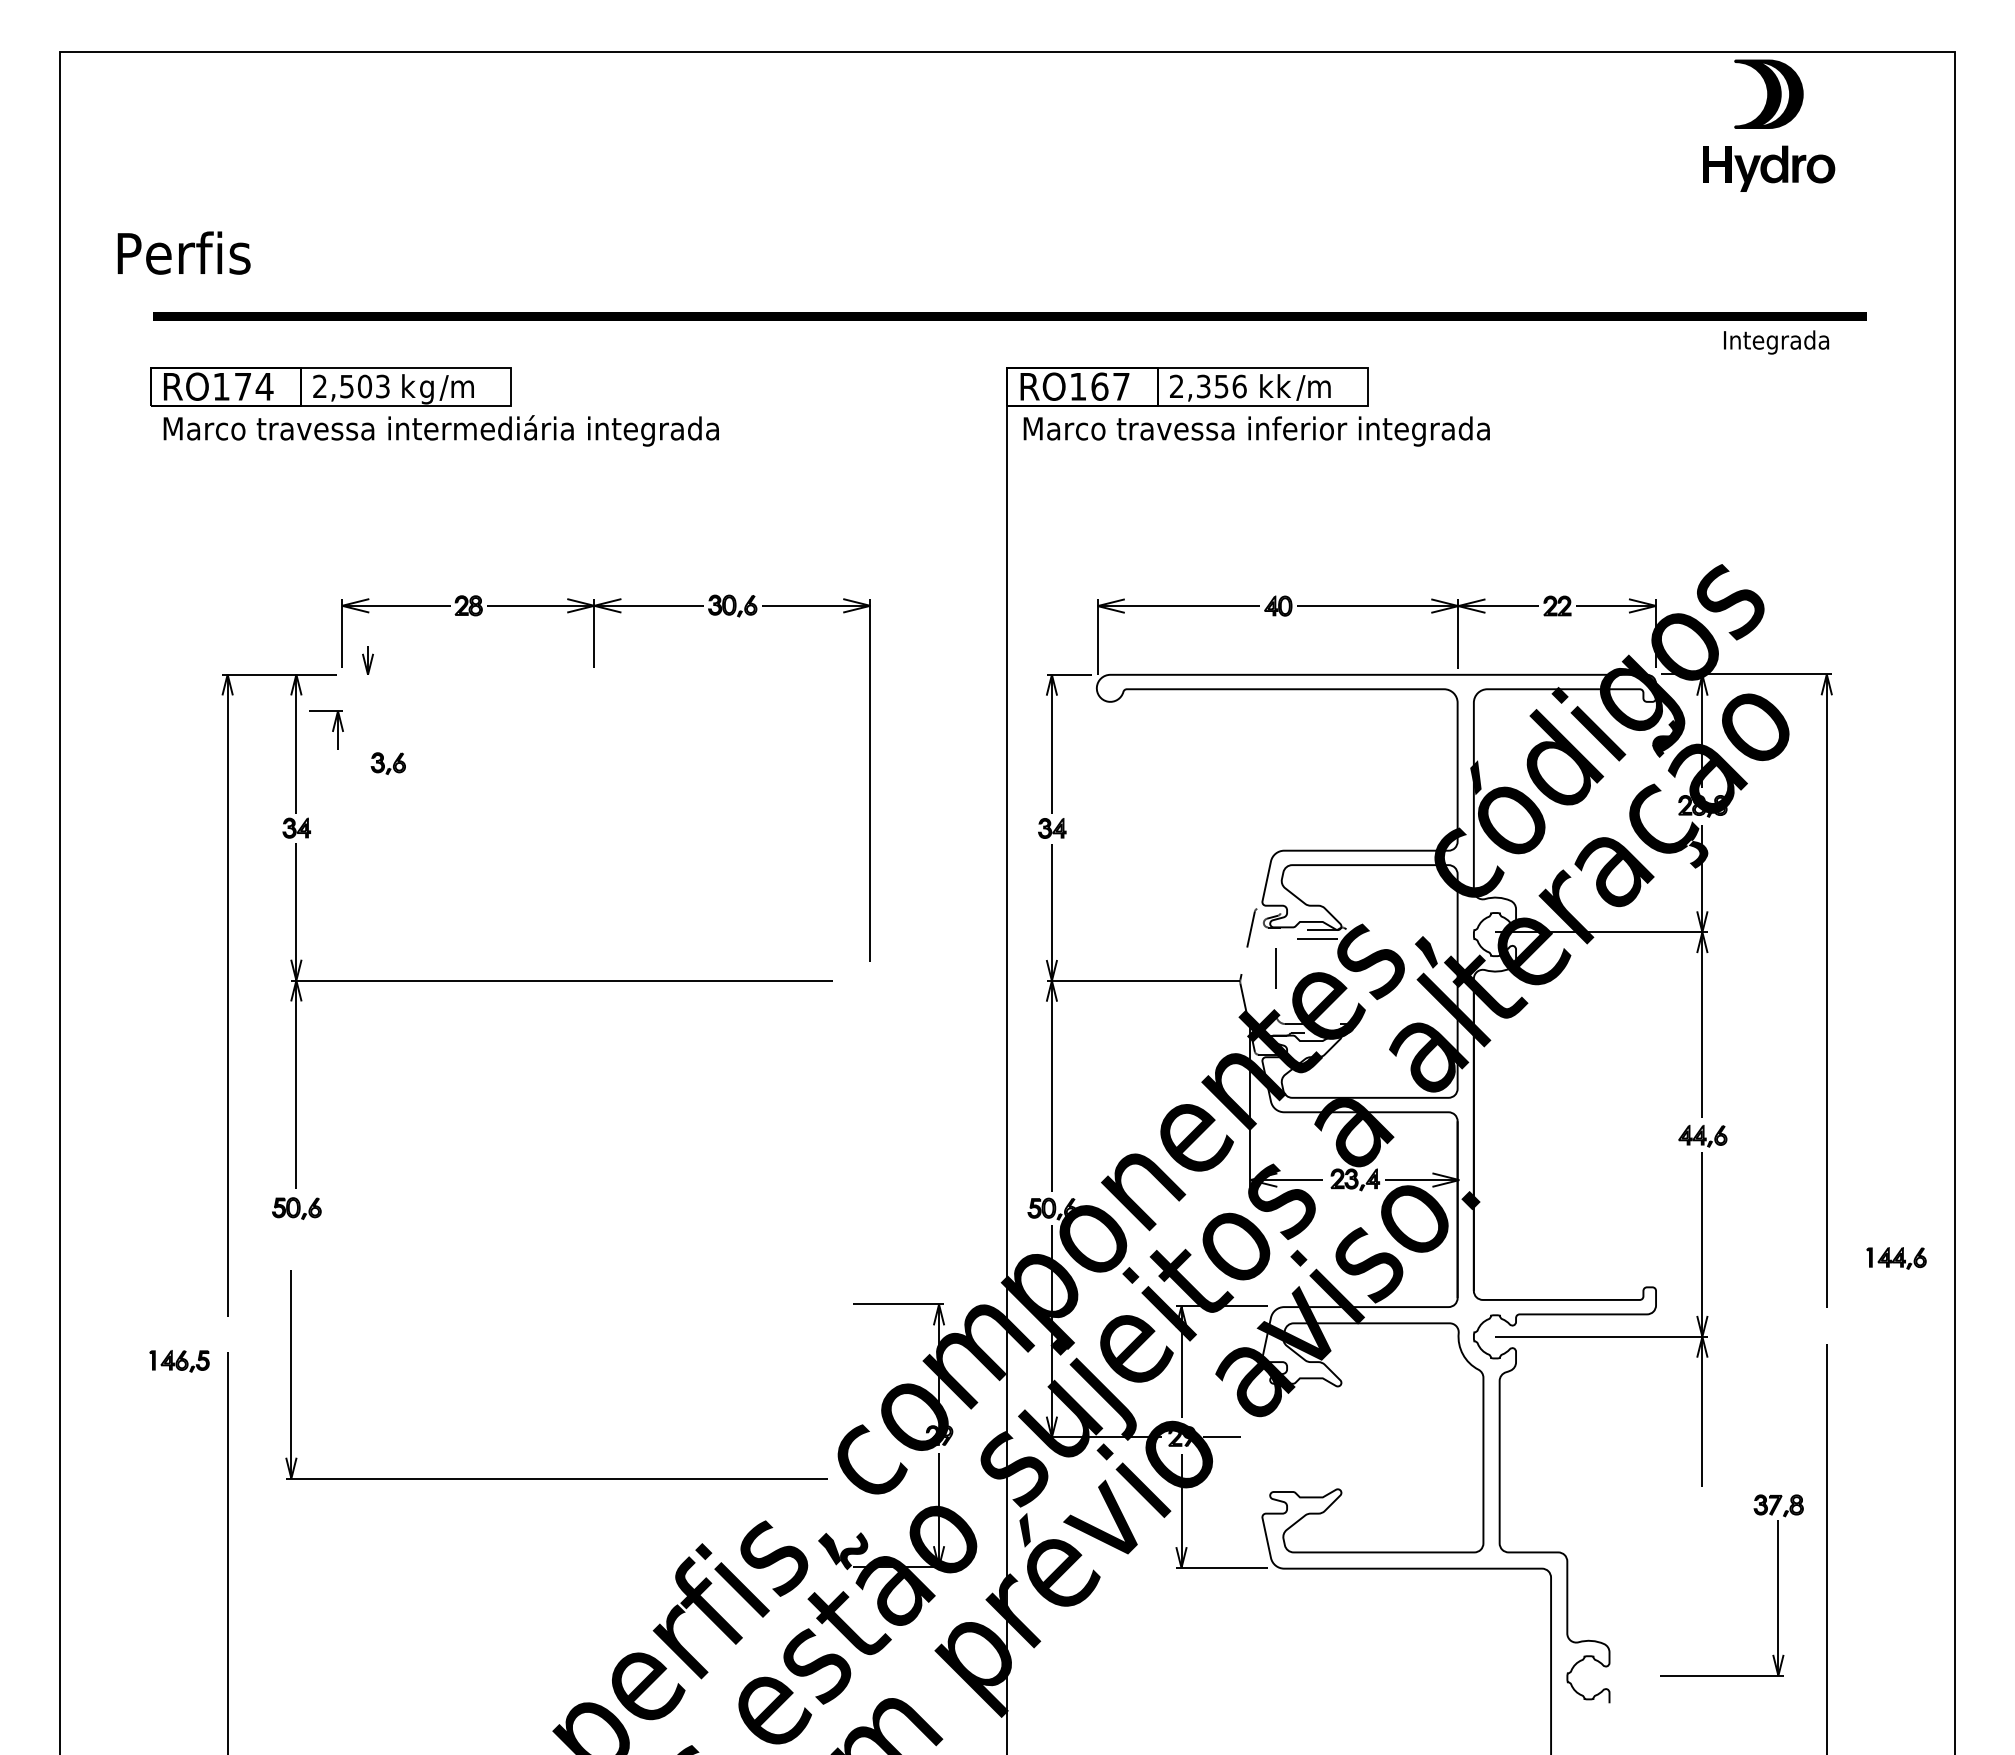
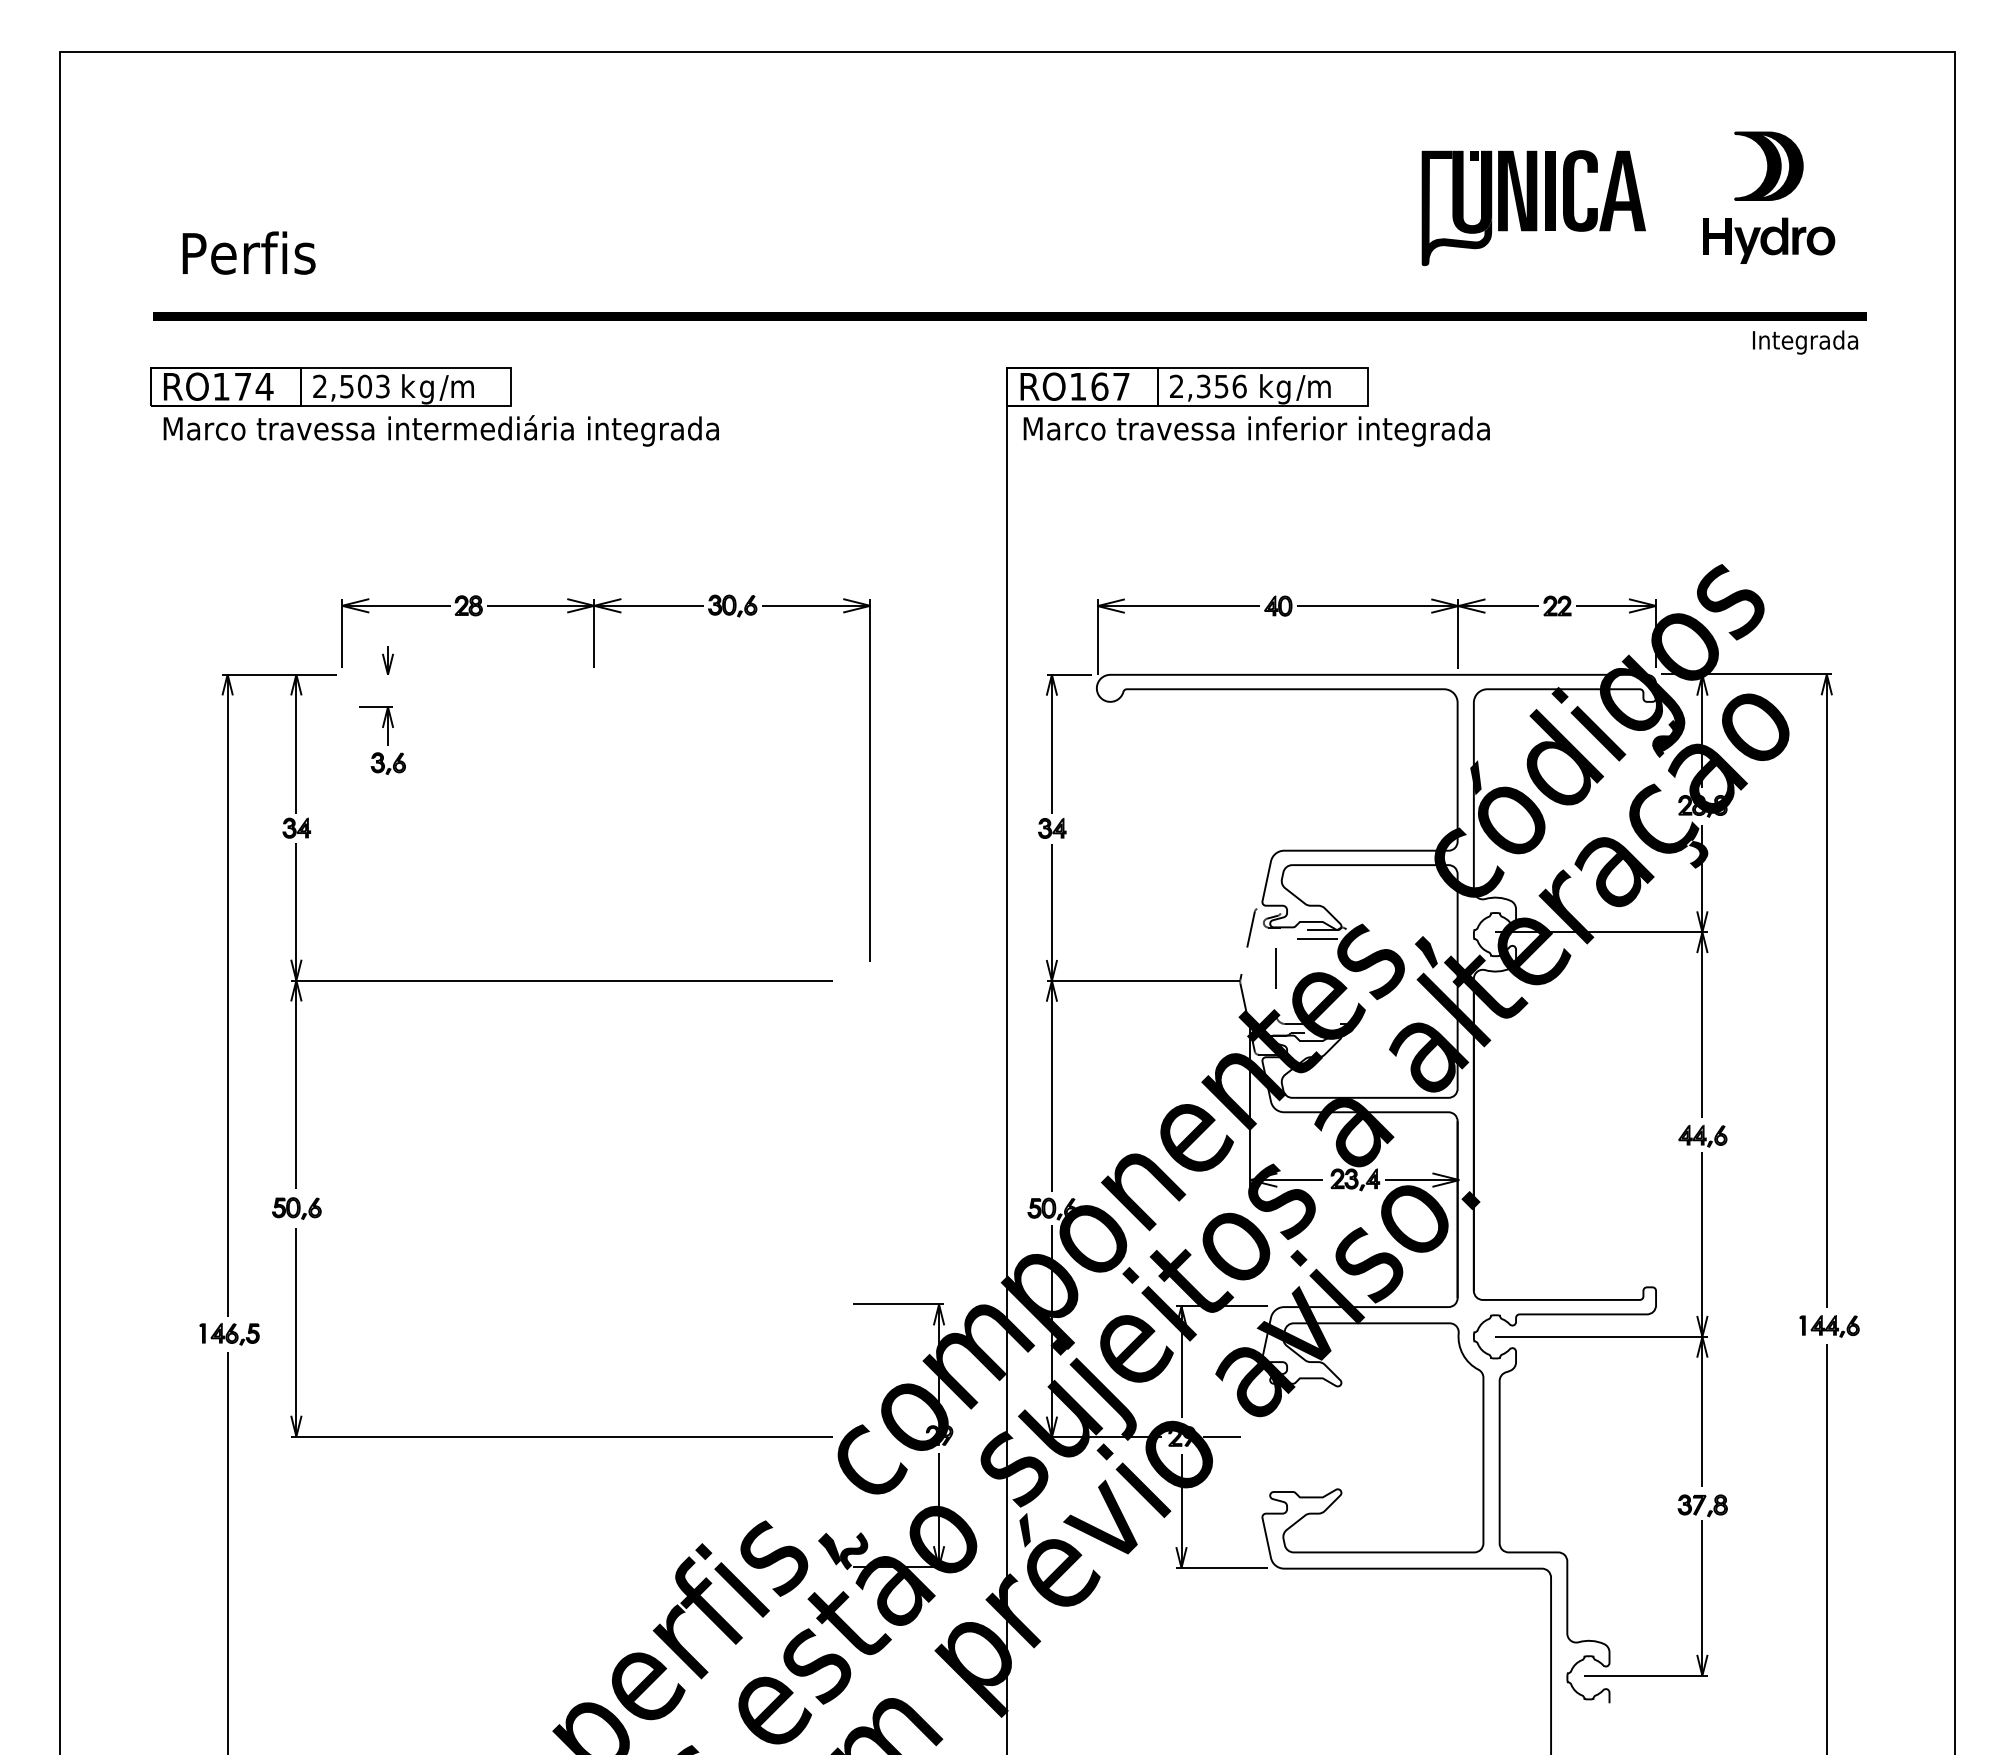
part at (1769, 125) position: (1769, 125) -> (1769, 197)
part at (1533, 208): none -> present
text at (183, 252) position: (183, 252) -> (248, 252)
text at (1776, 342) position: (1776, 342) -> (1805, 342)
text at (1283, 389): k -> g
part at (367, 660) position: (367, 660) -> (387, 660)
part at (326, 729) position: (326, 729) -> (376, 725)
part at (1896, 1258) position: (1896, 1258) -> (1829, 1326)
part at (179, 1361) position: (179, 1361) -> (229, 1334)
part at (556, 1478) position: (556, 1478) -> (561, 1436)
part at (1777, 1585) position: (1777, 1585) -> (1701, 1585)
